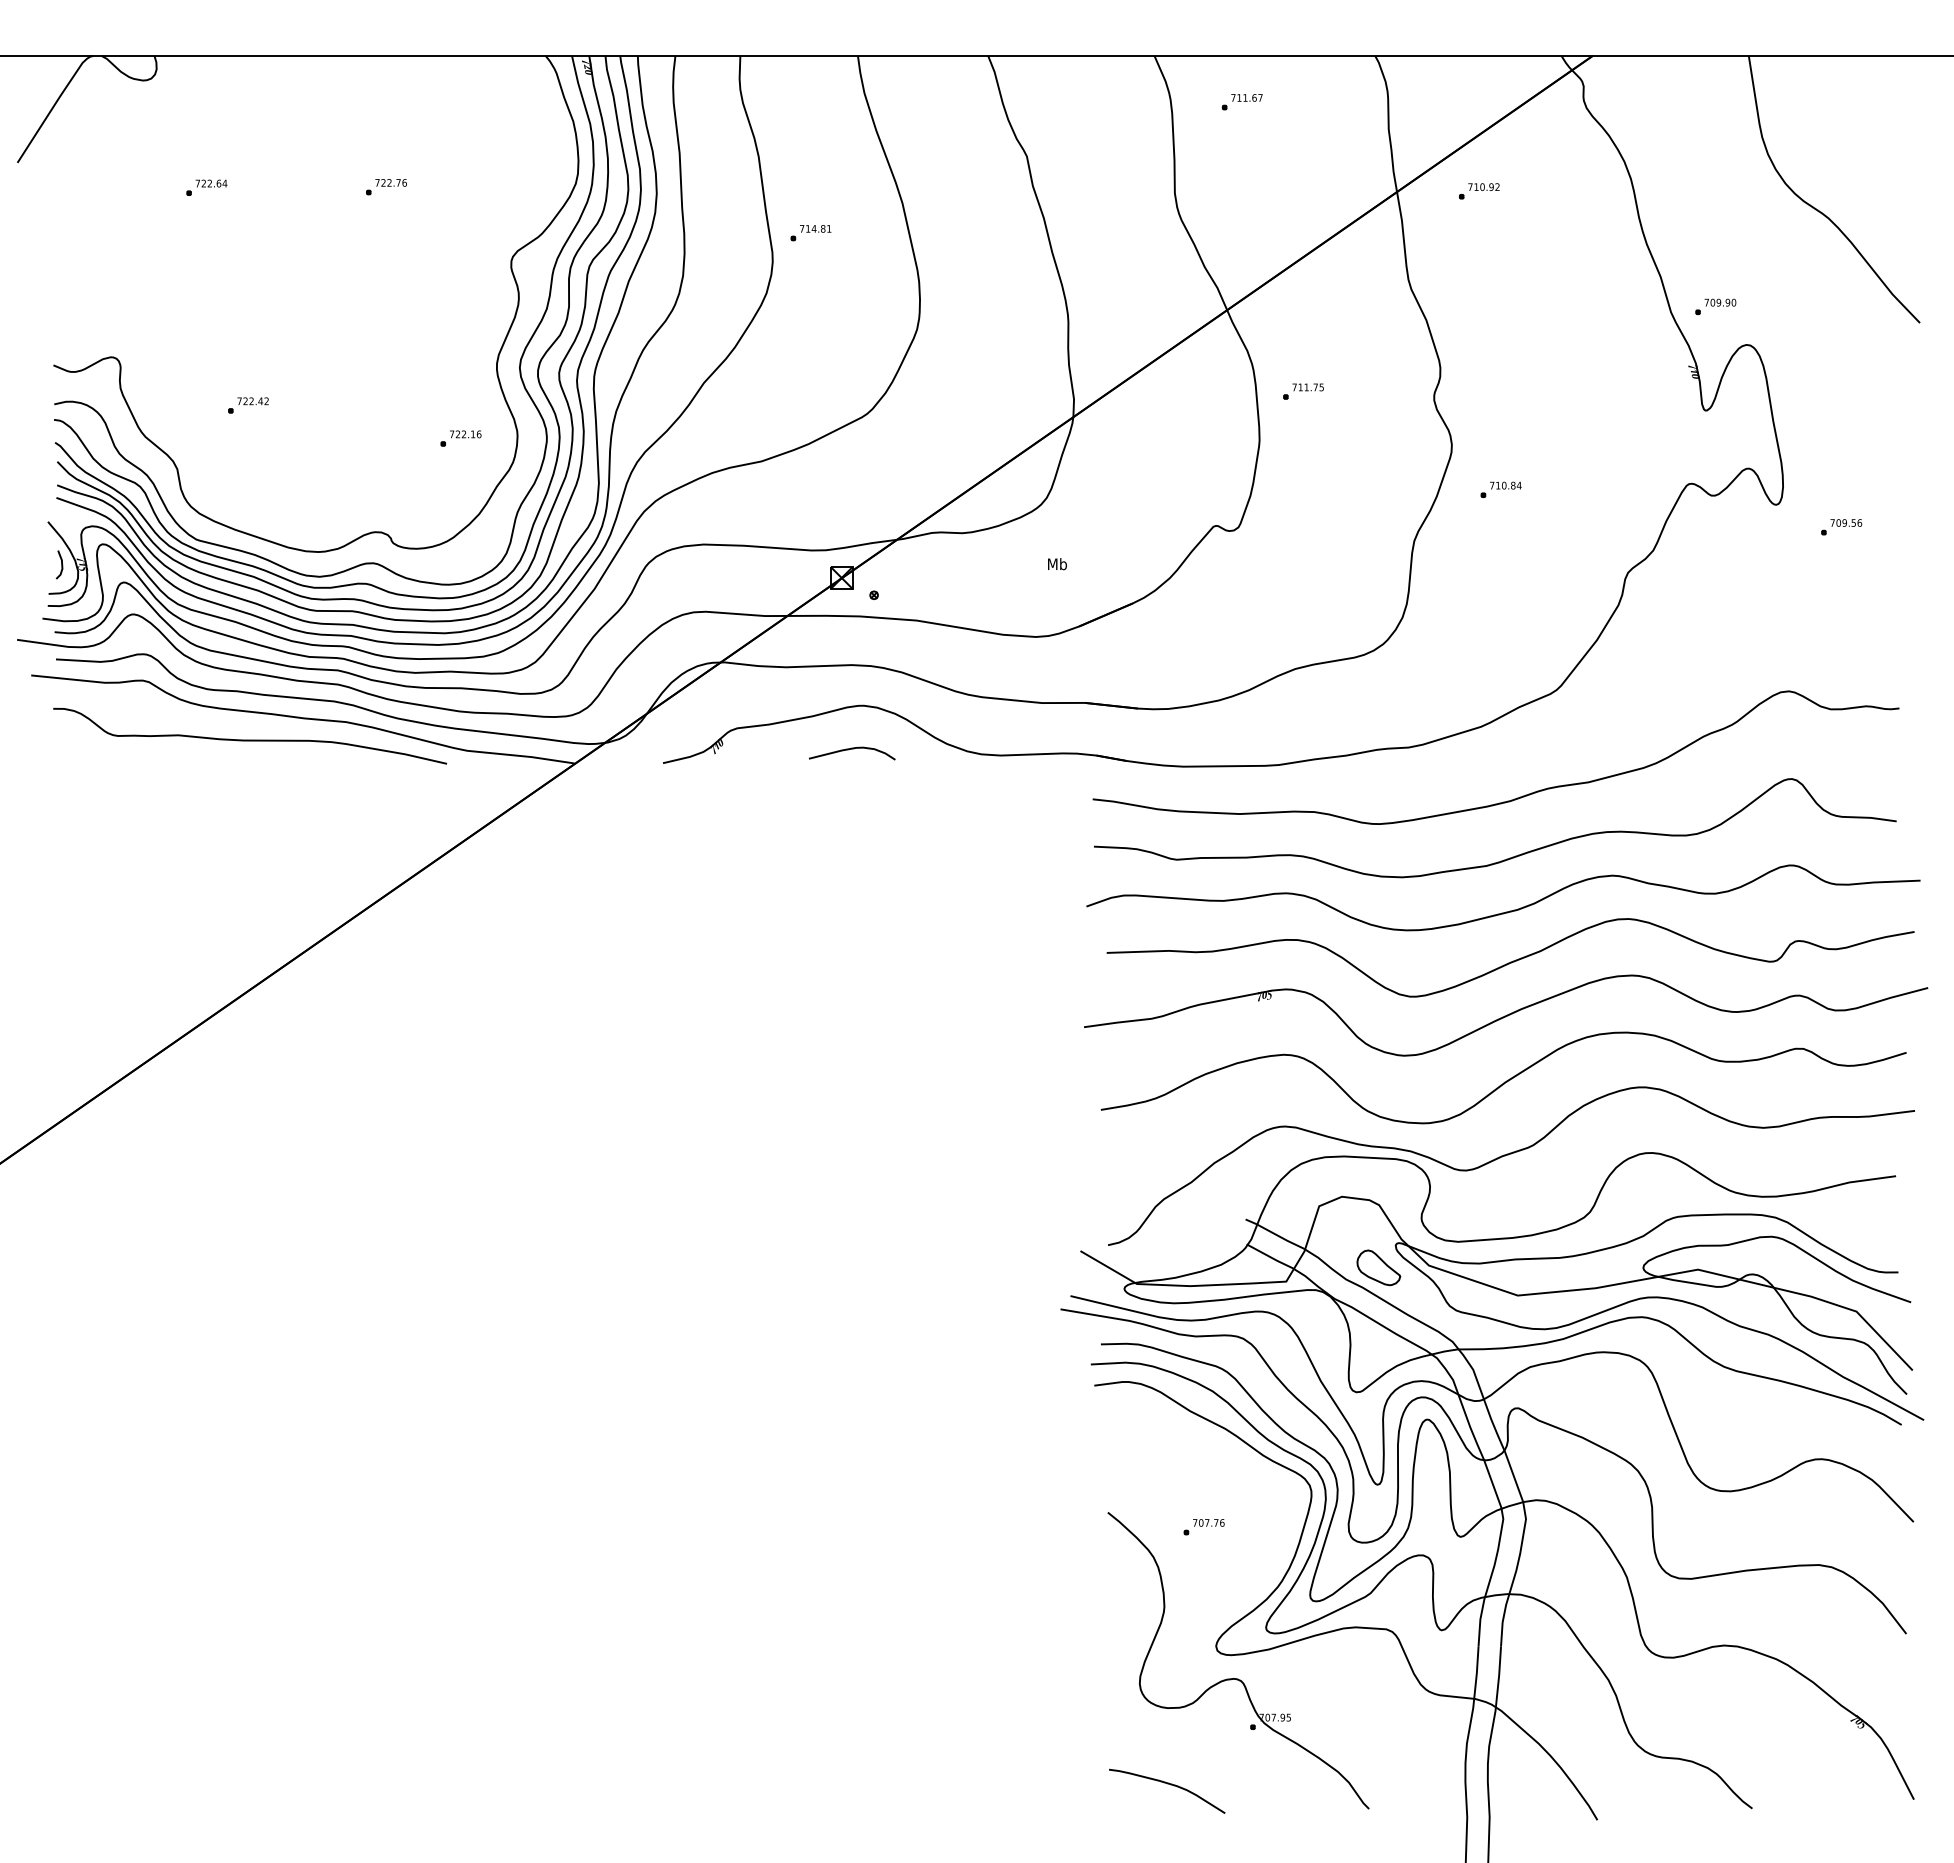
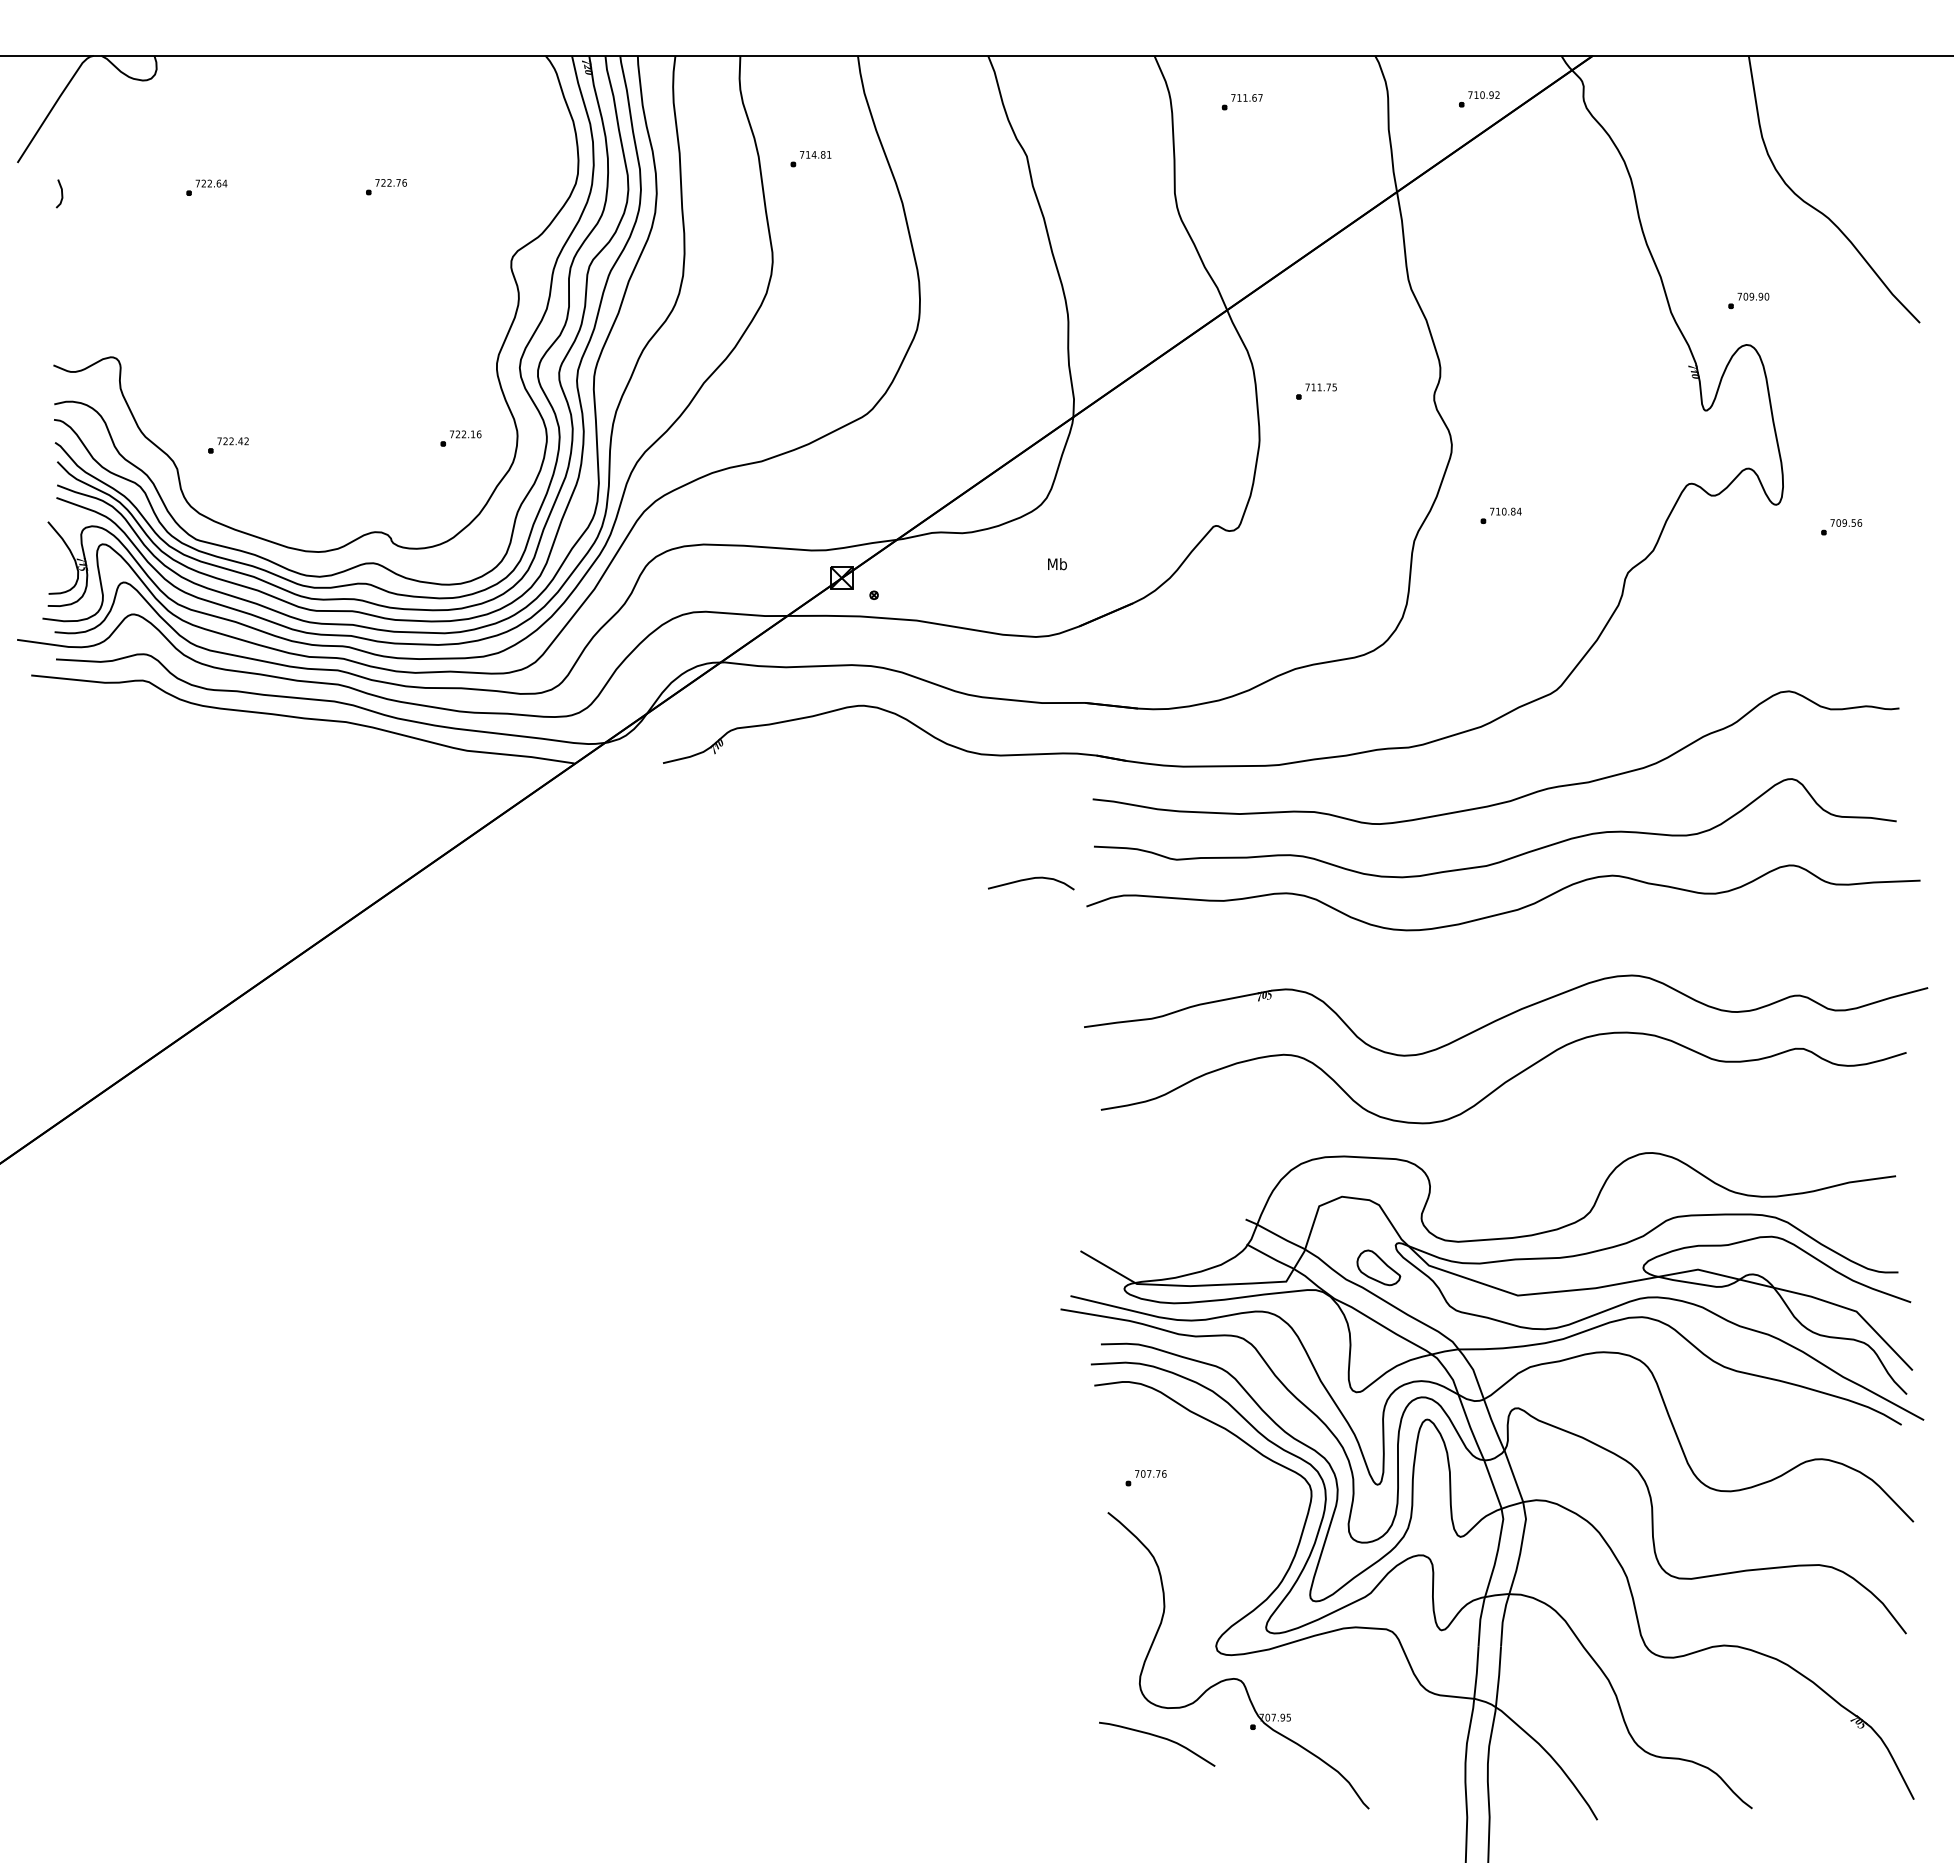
part at (1479, 191) position: (1479, 191) -> (1479, 99)
part at (810, 233) position: (810, 233) -> (810, 159)
part at (1715, 306) position: (1715, 306) -> (1748, 300)
part at (1303, 391) position: (1303, 391) -> (1316, 391)
part at (248, 405) position: (248, 405) -> (228, 445)
part at (1500, 489) position: (1500, 489) -> (1500, 515)
line at (61, 564) position: (61, 564) -> (61, 193)
curve at (249, 739): present -> none
curve at (852, 749) position: (852, 749) -> (1031, 879)
curve at (1510, 961): present -> none
curve at (1508, 1155): present -> none
part at (1203, 1527) position: (1203, 1527) -> (1145, 1478)
curve at (1170, 1785) position: (1170, 1785) -> (1160, 1738)
